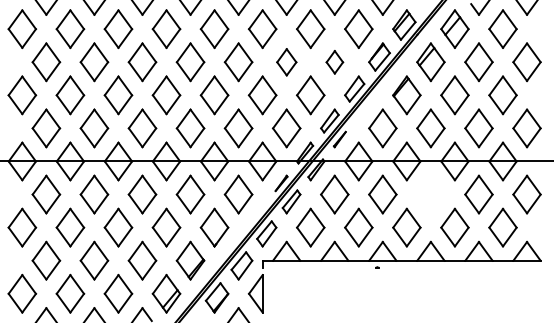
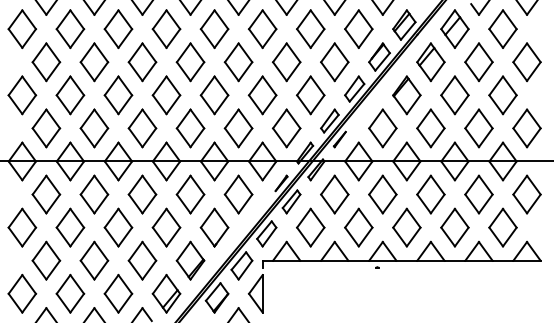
part at (286, 62) size: 22x29 px -> 30x41 px
part at (334, 62) size: 20x25 px -> 30x41 px
part at (430, 194): none -> present
